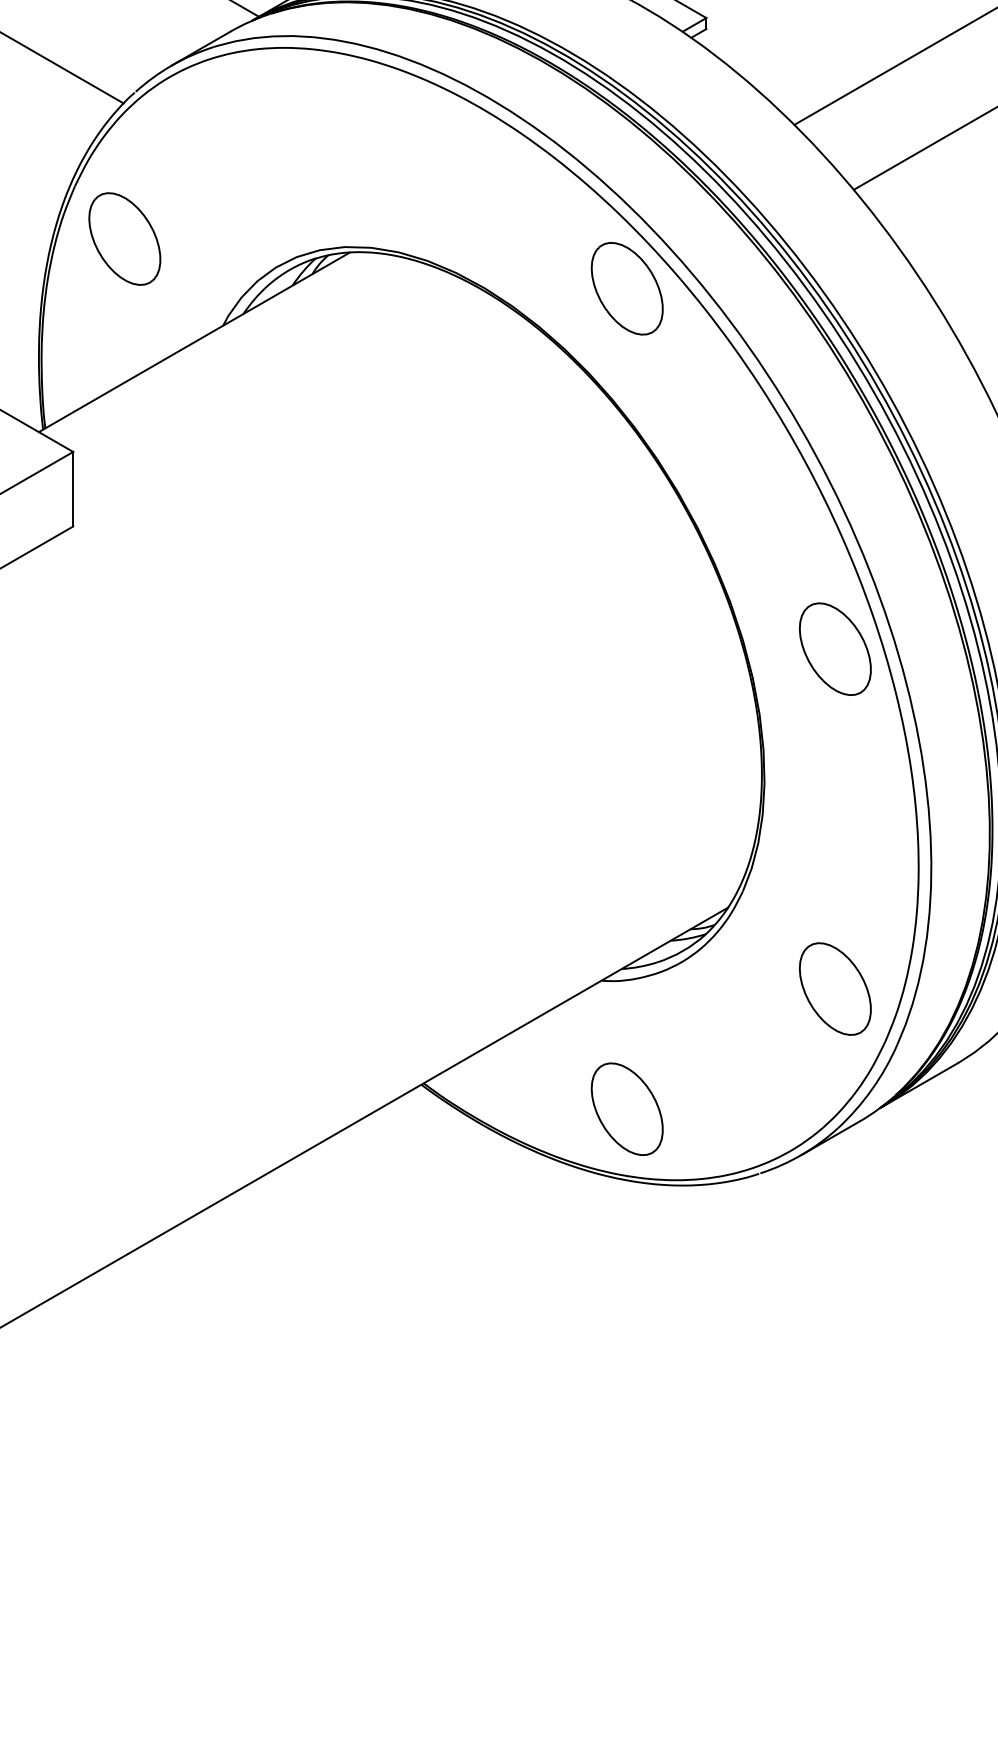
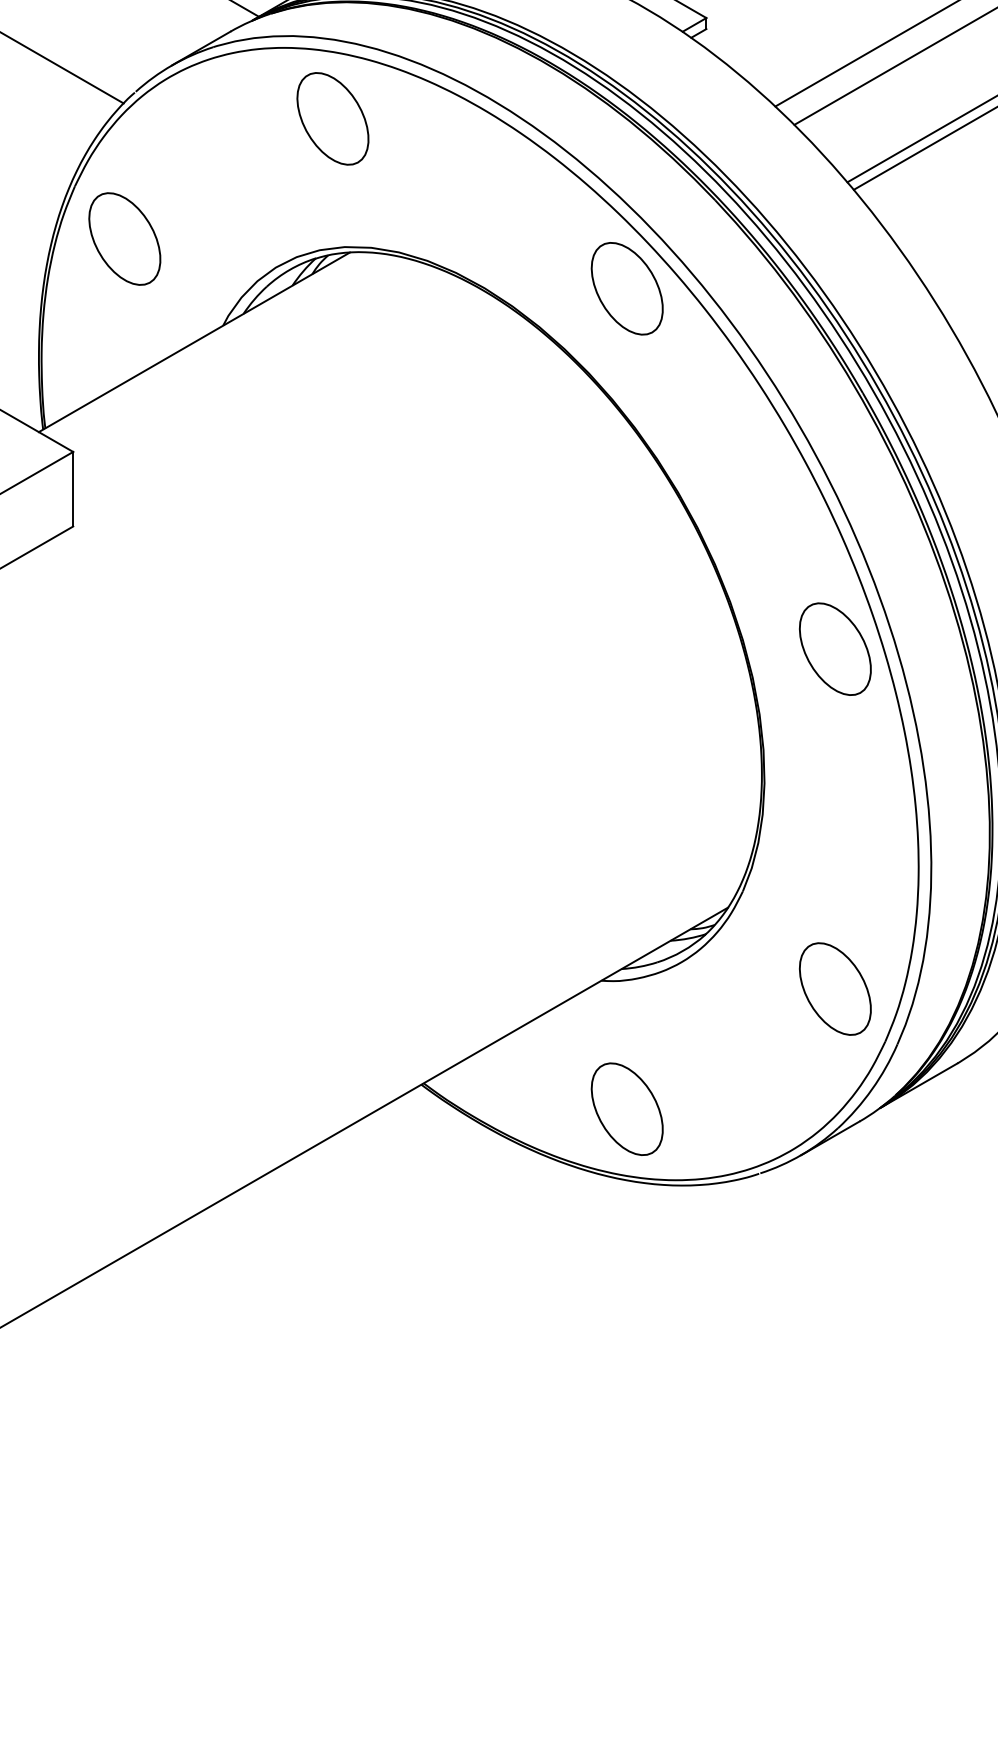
line at (865, 54): none -> present
part at (332, 118): none -> present
line at (920, 139): none -> present
